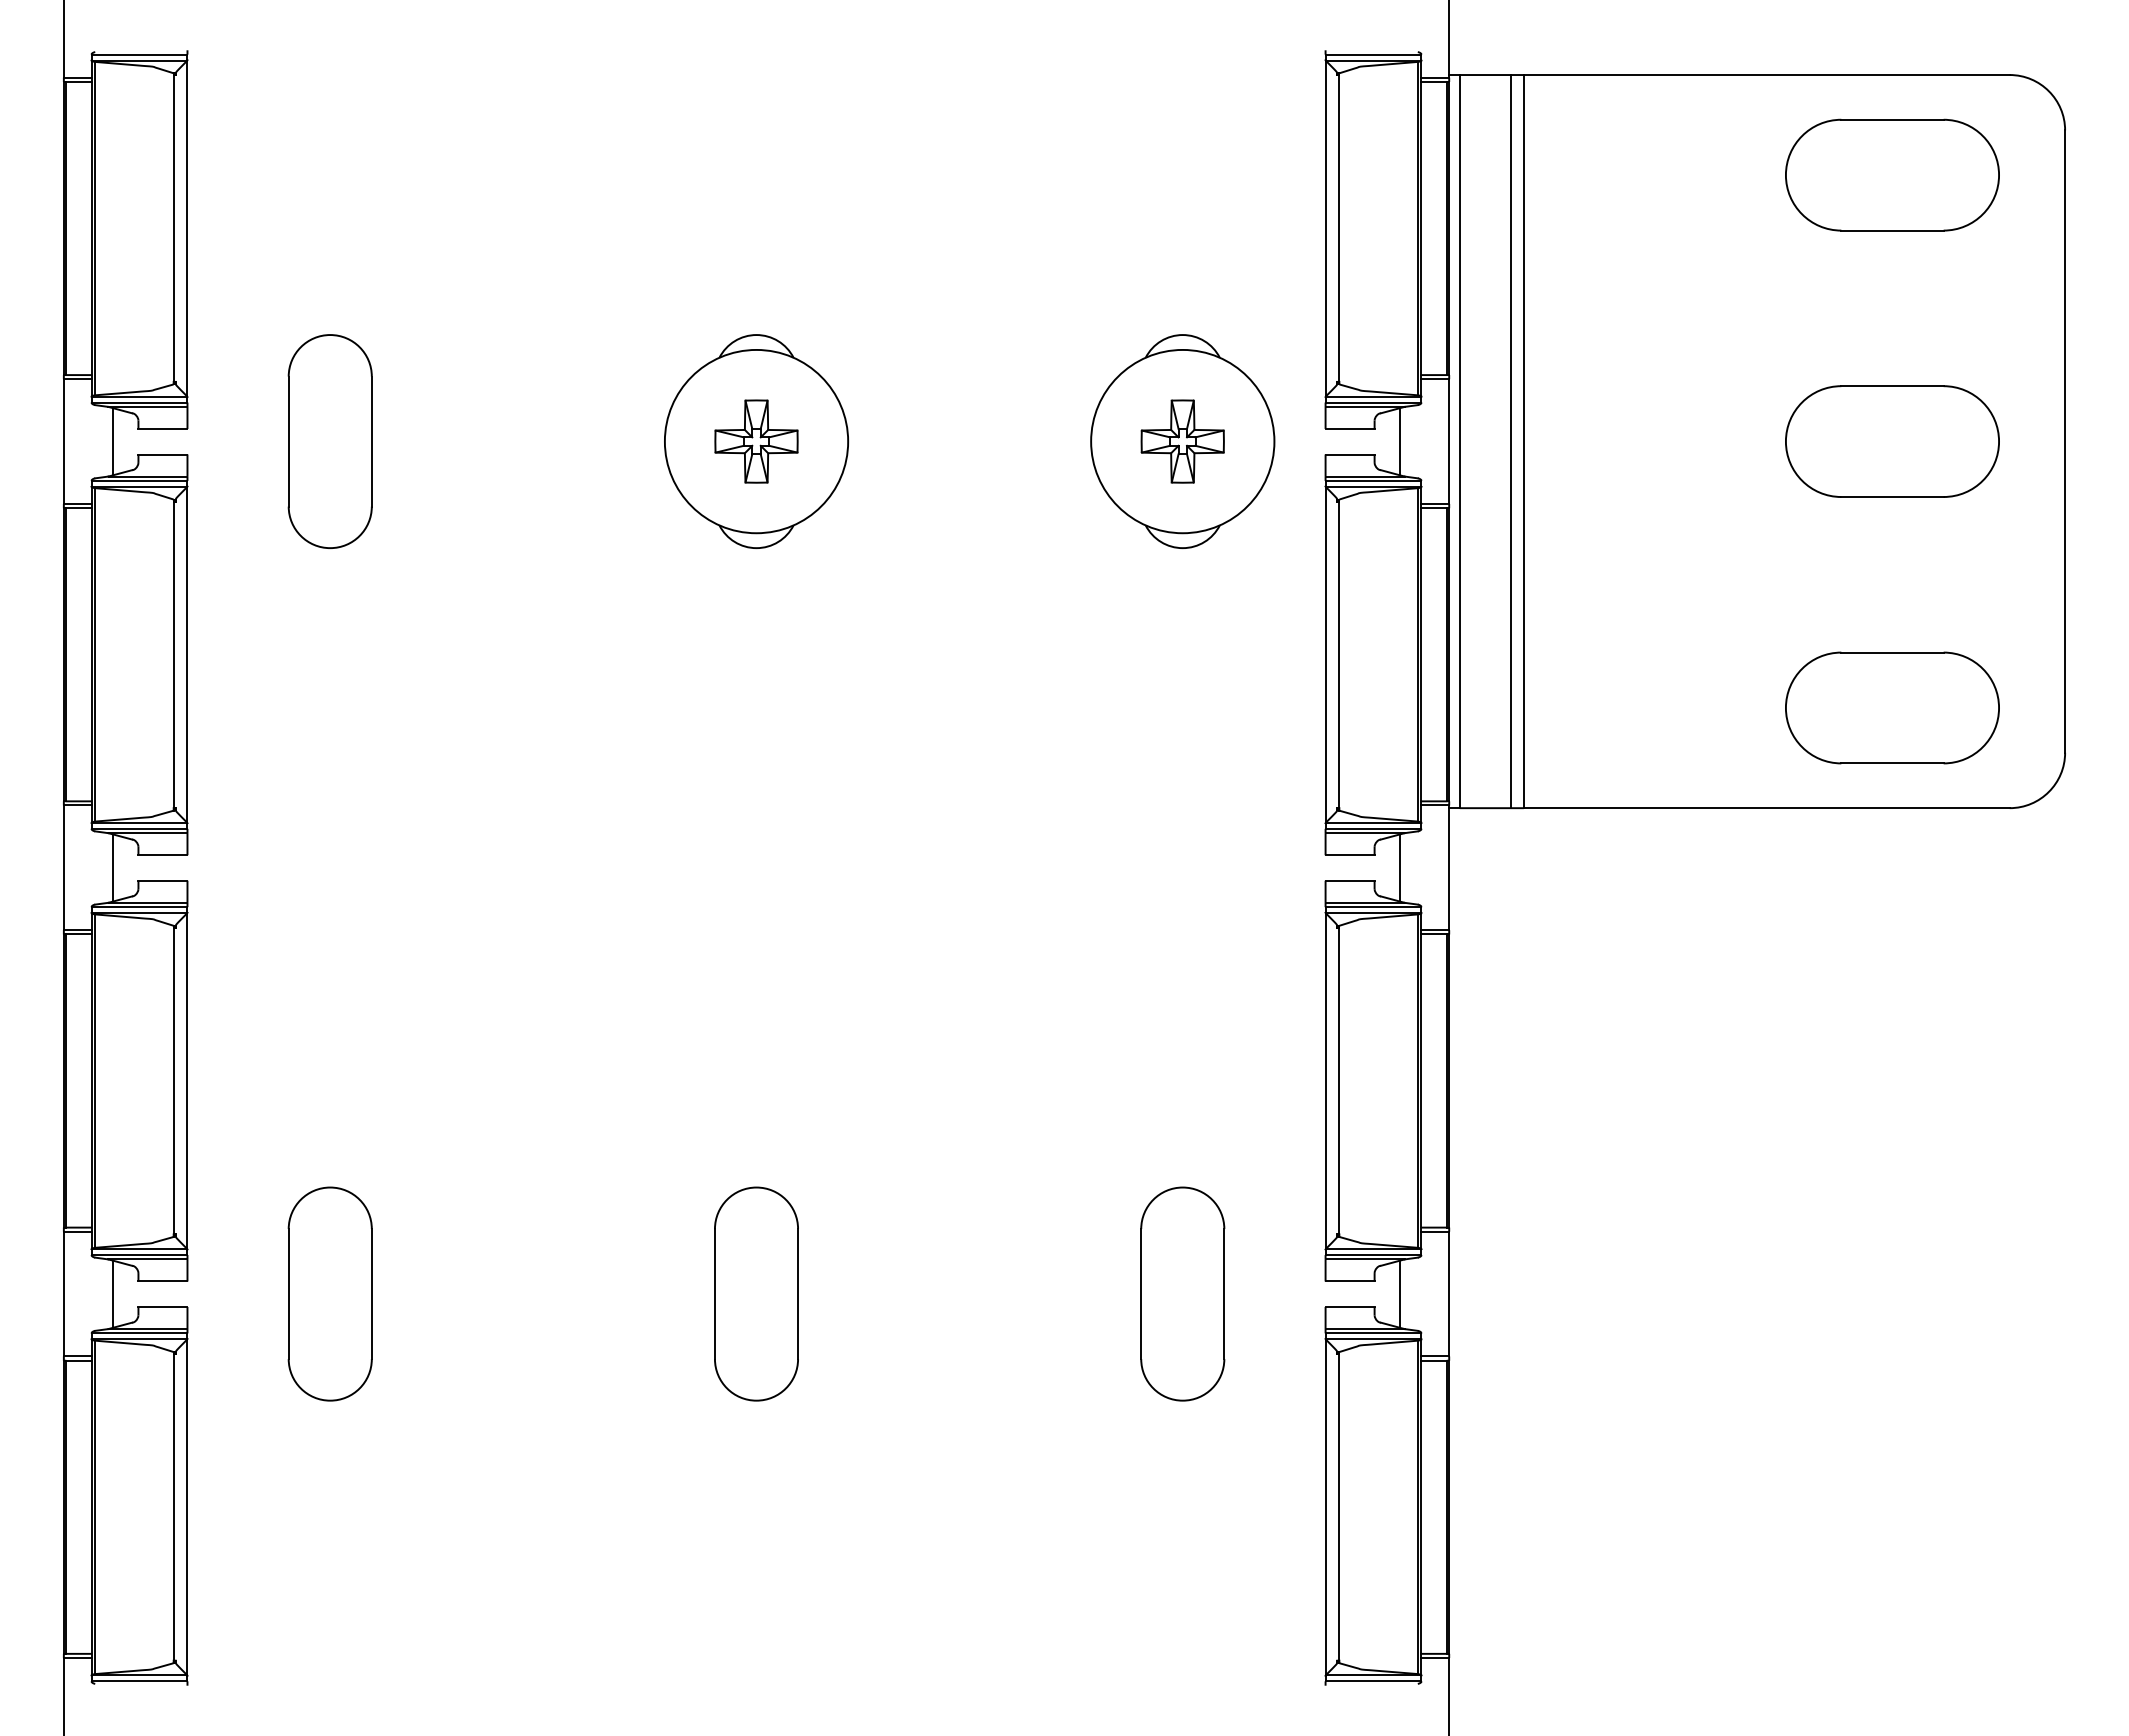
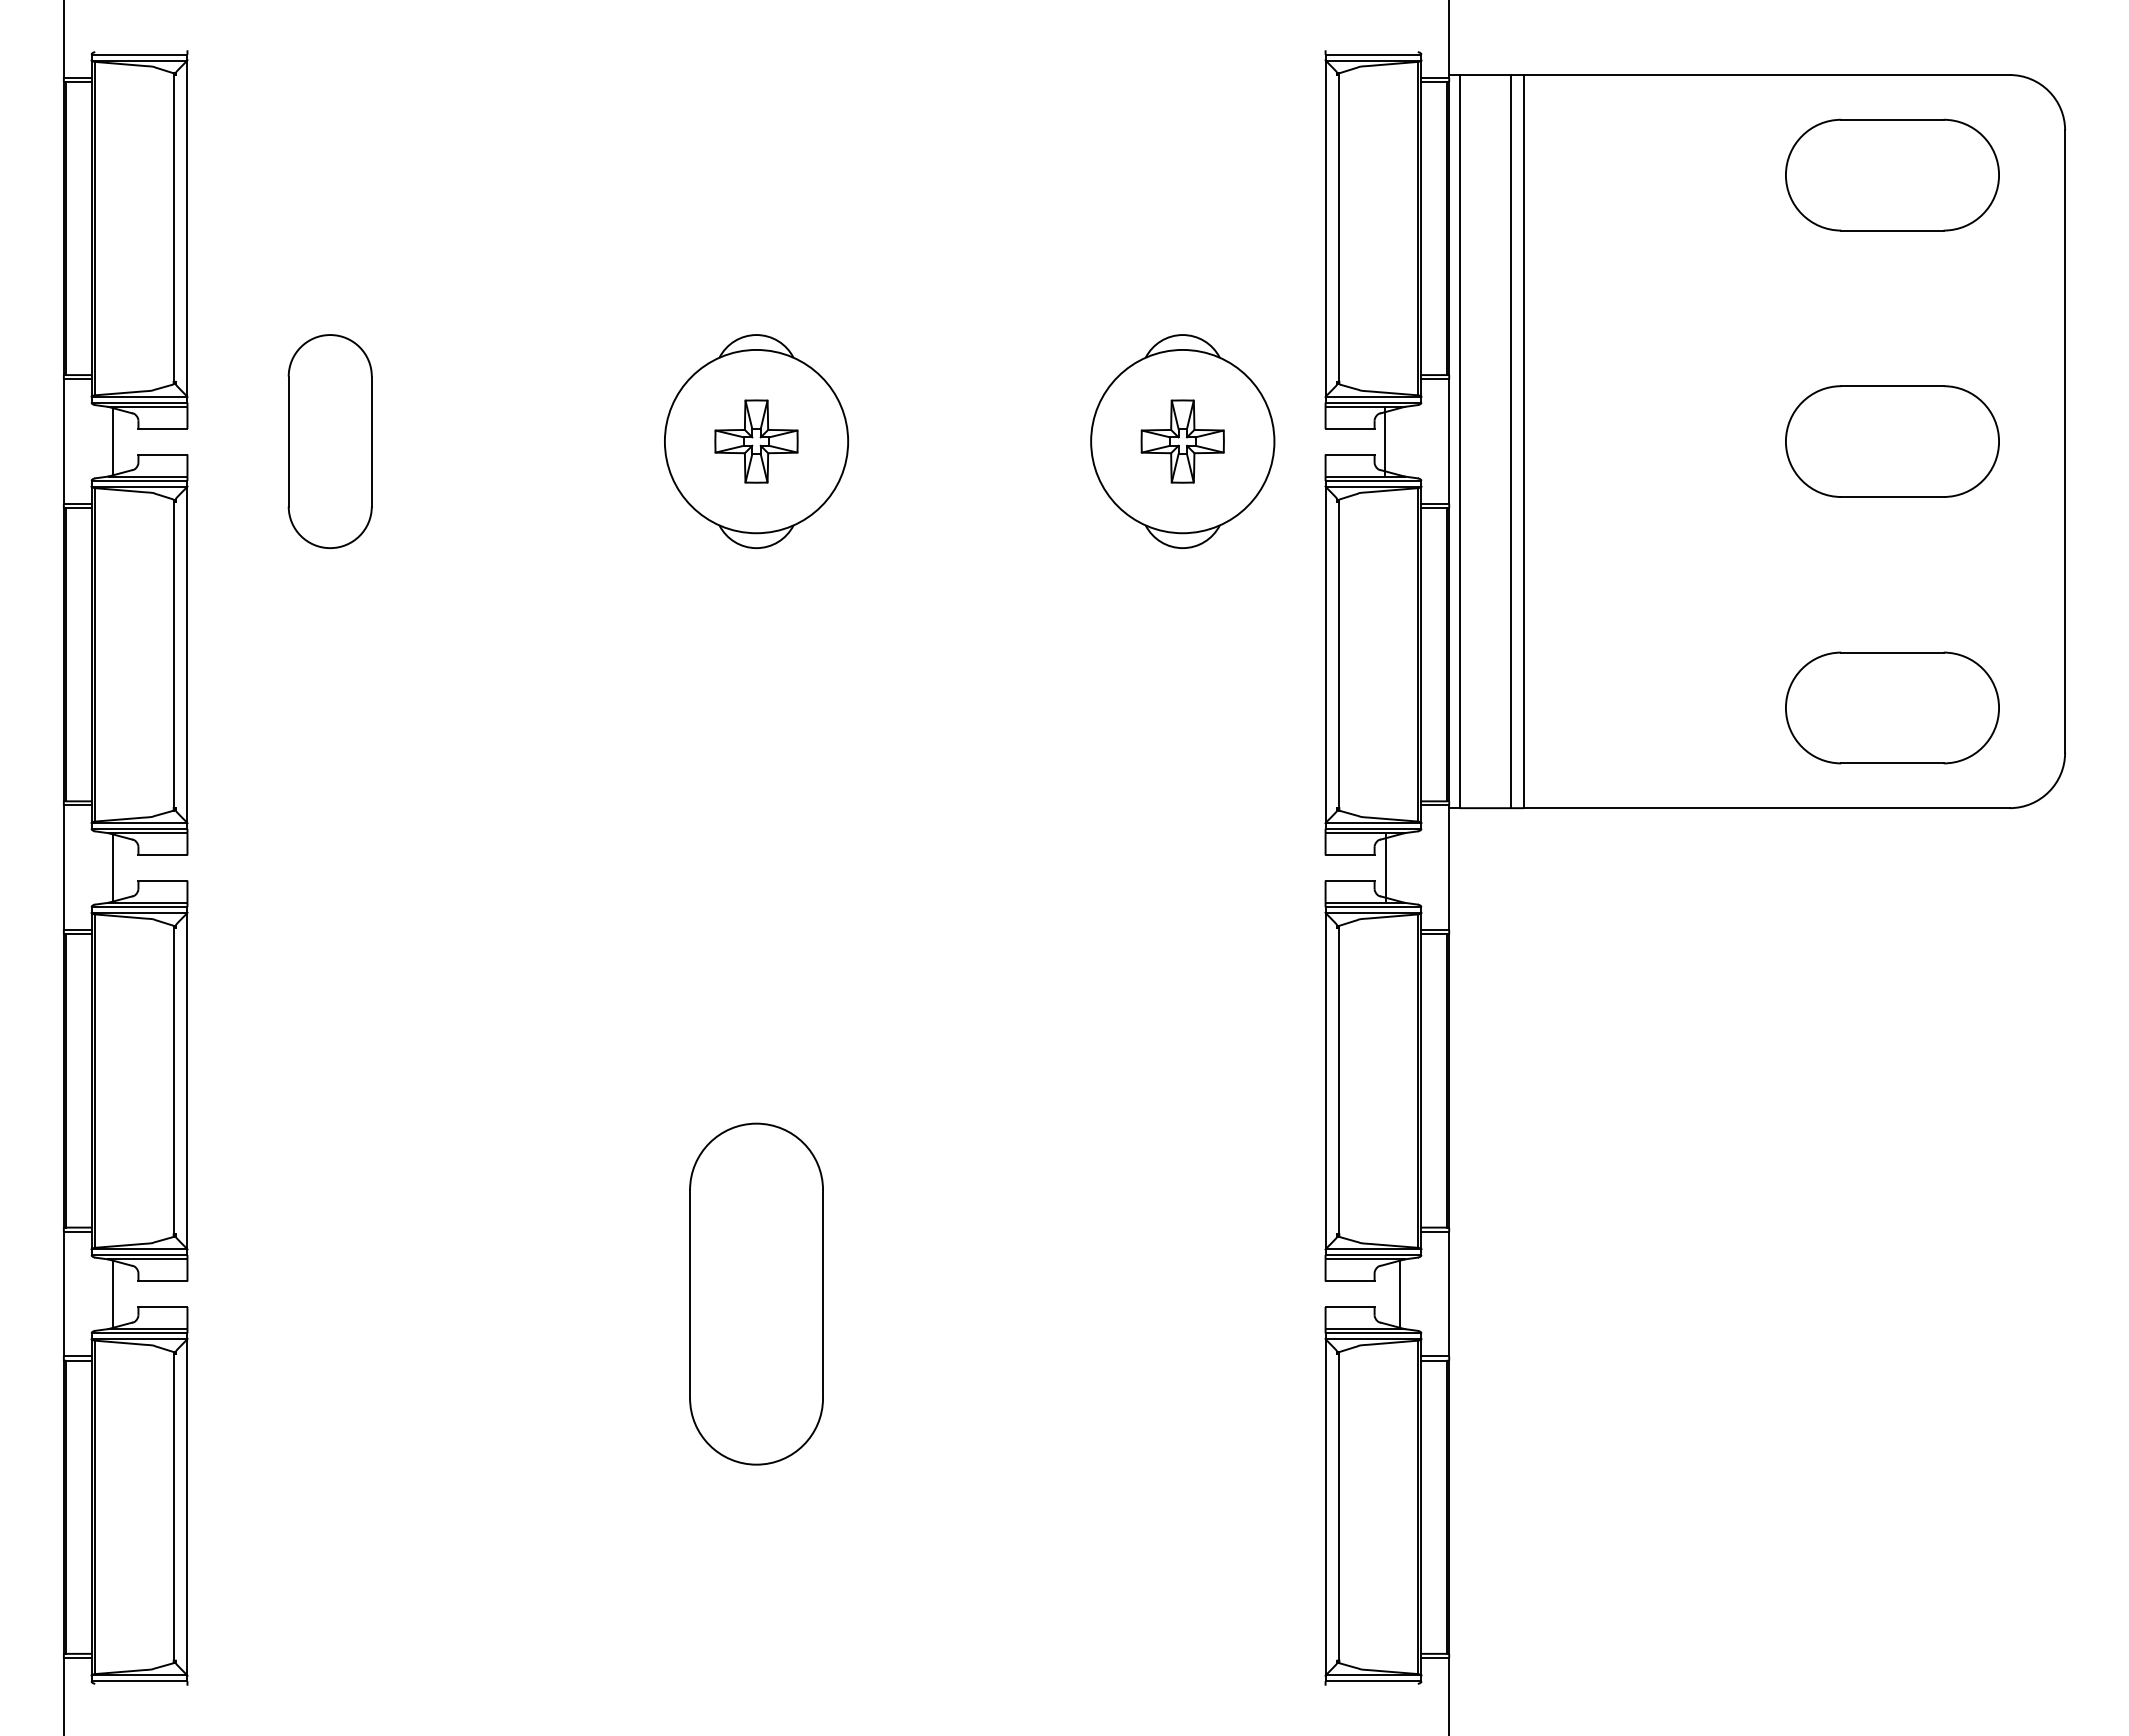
line at (1400, 441) position: (1400, 441) -> (1385, 441)
line at (1400, 867) position: (1400, 867) -> (1386, 867)
part at (329, 1293): present -> none
part at (756, 1293) size: 85x216 px -> 135x344 px
part at (1182, 1293): present -> none
